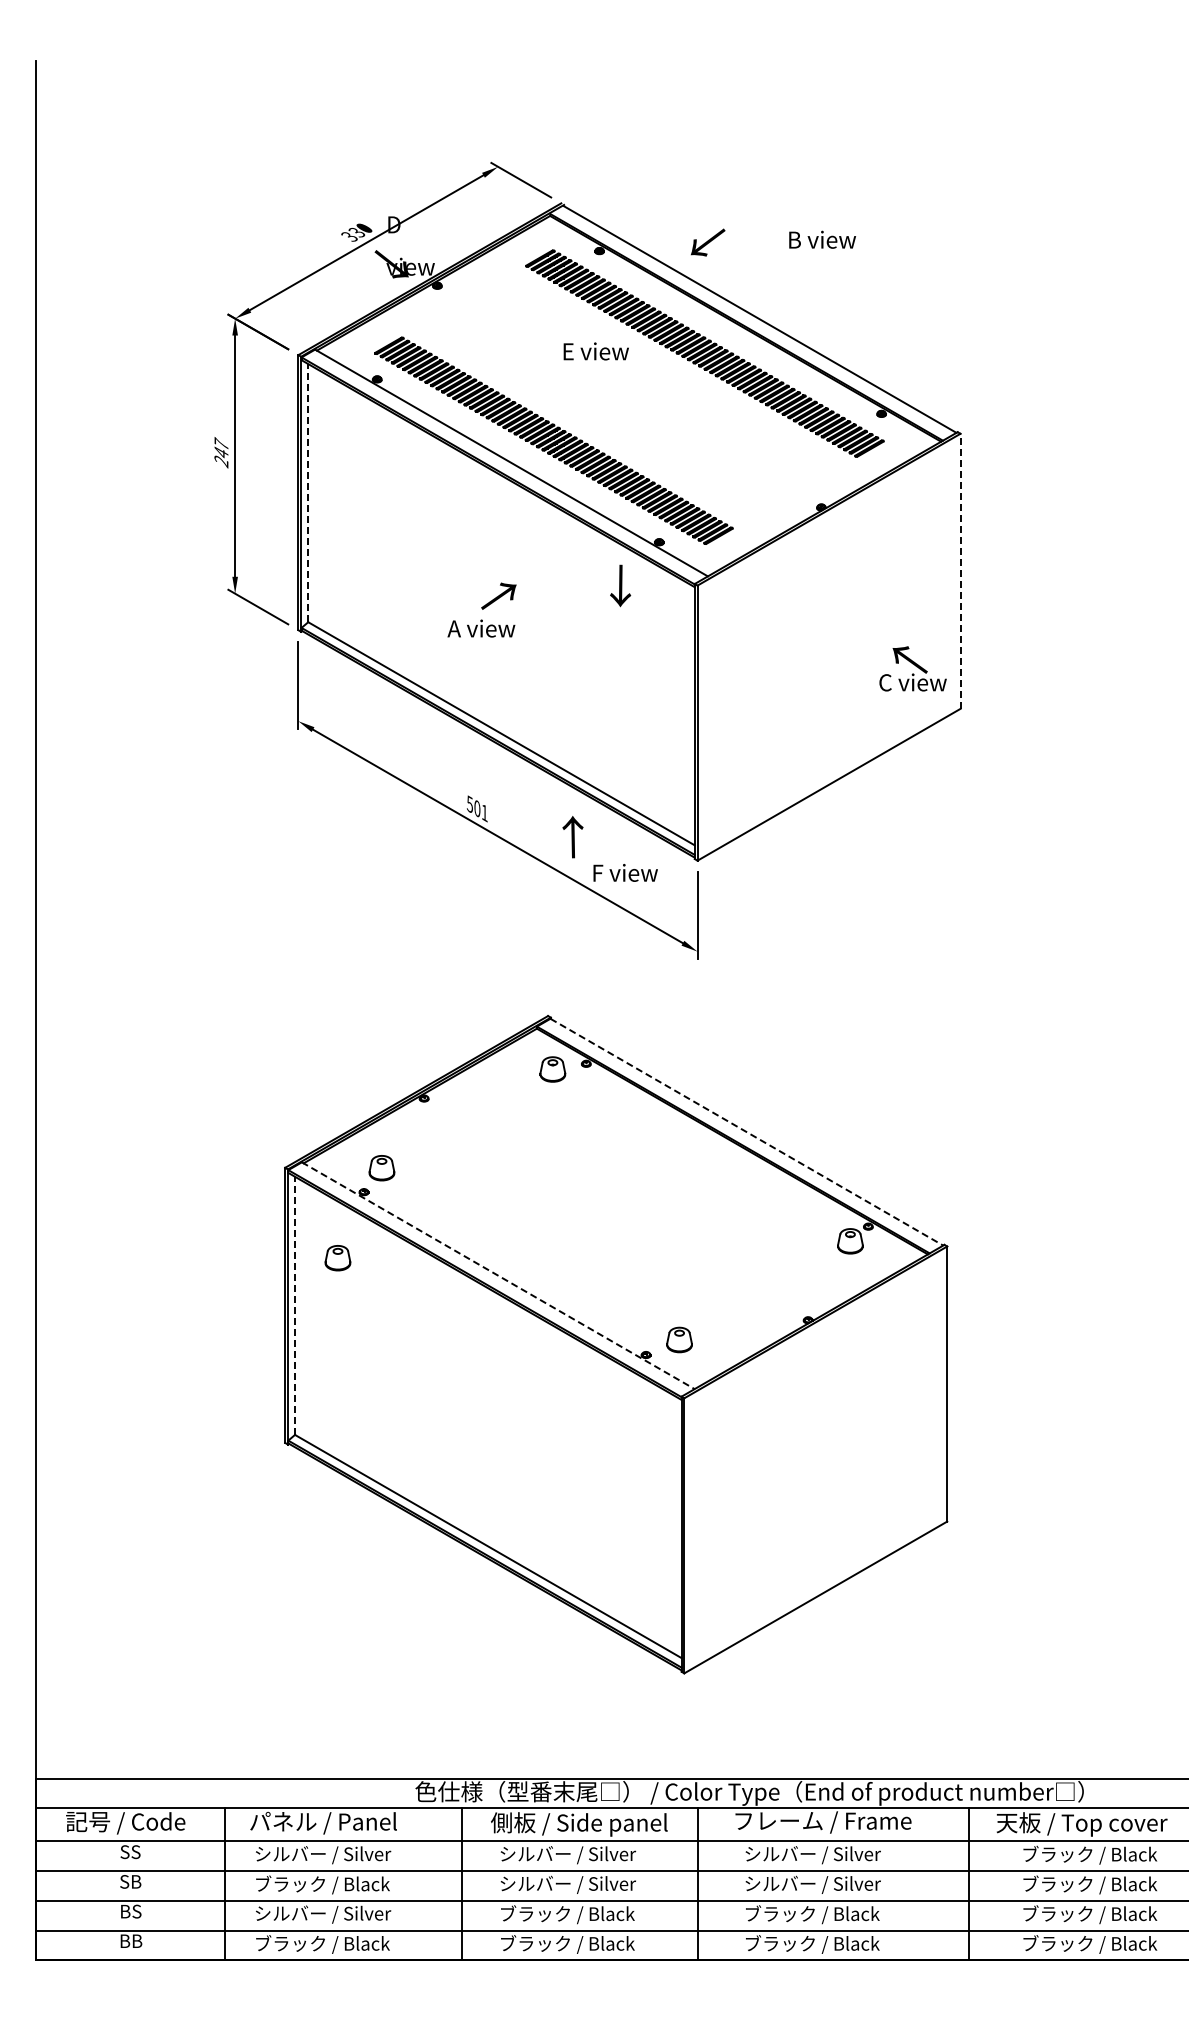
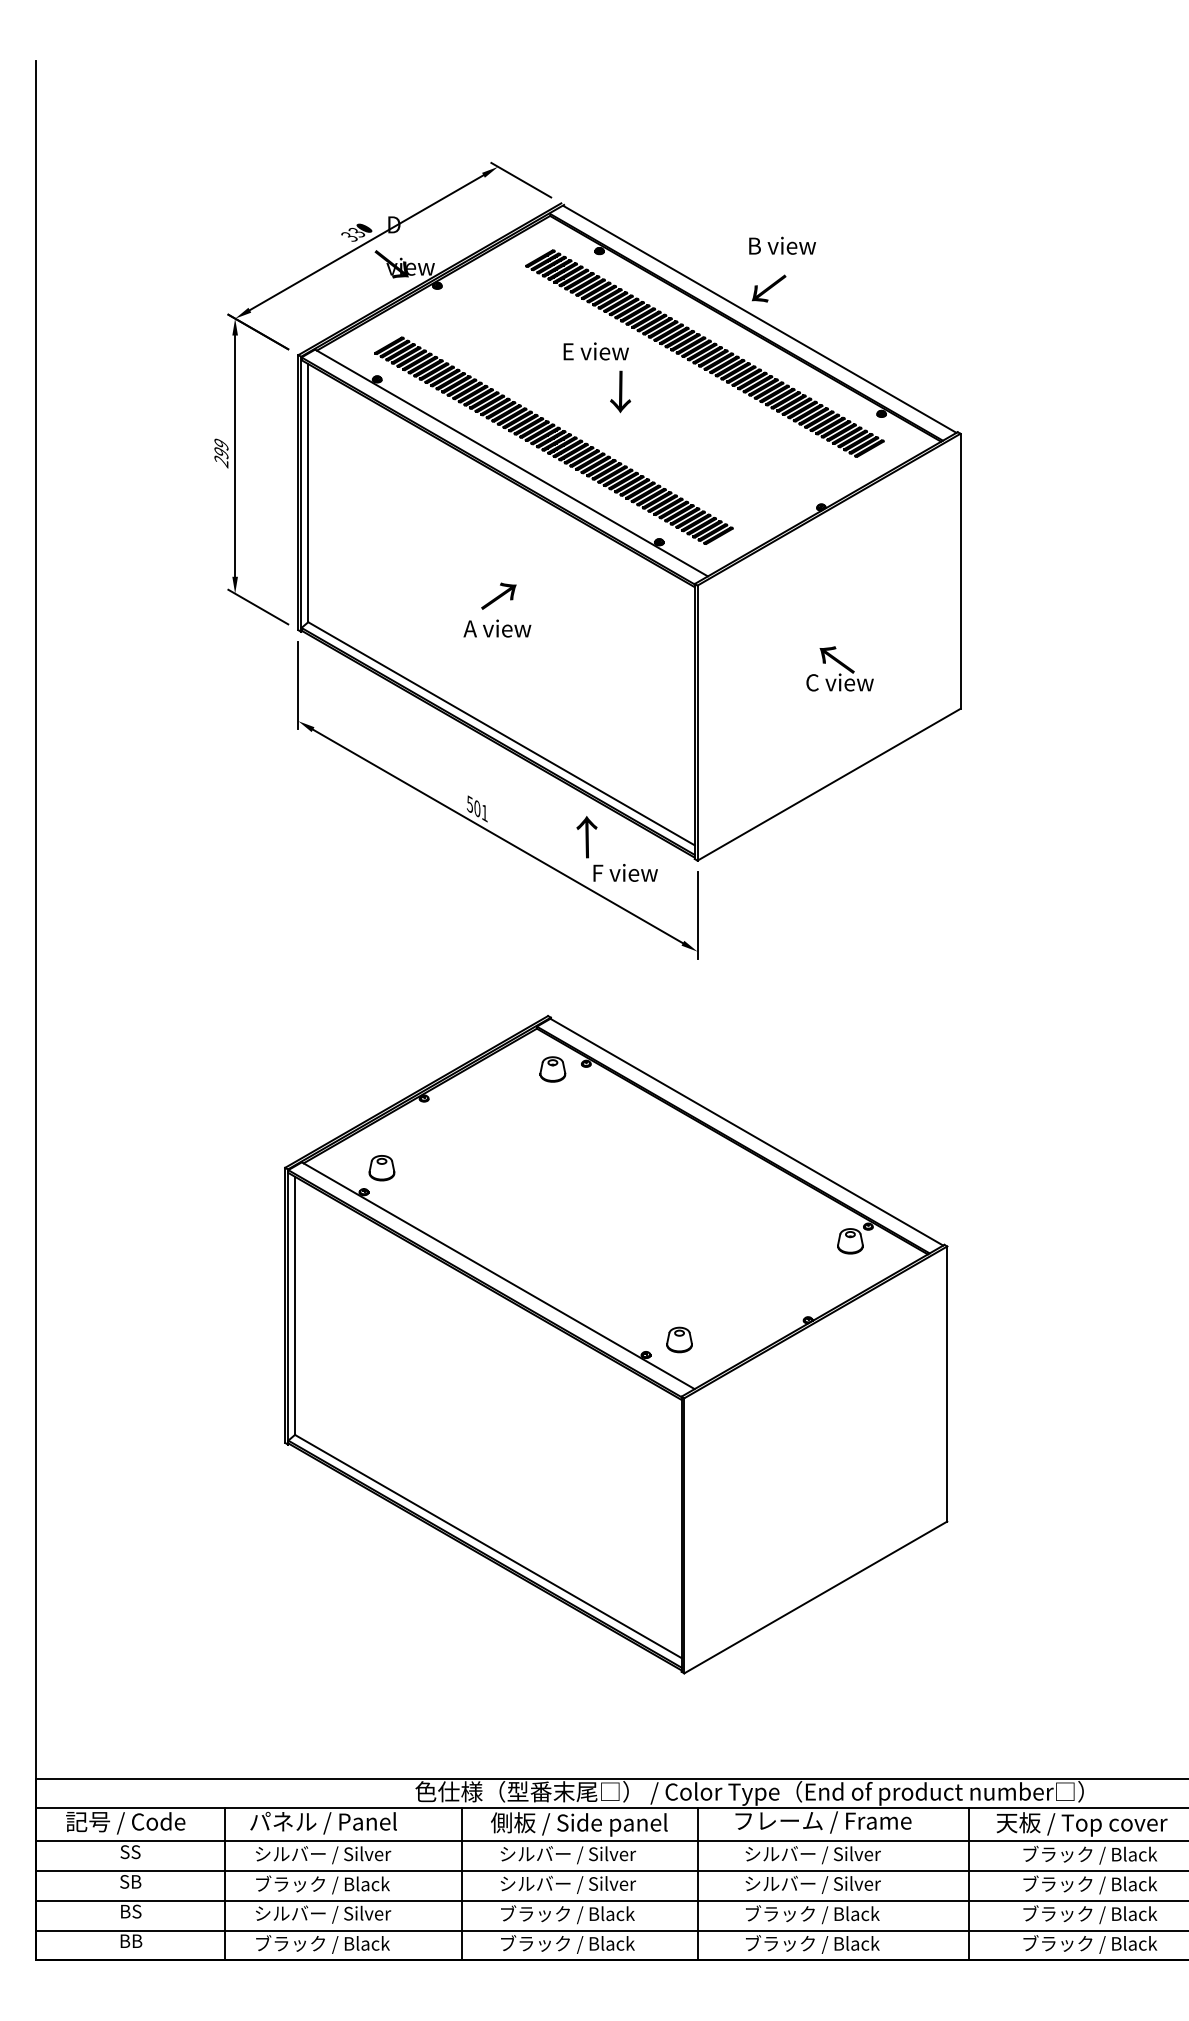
text at (822, 239) position: (822, 239) -> (782, 245)
text at (708, 242) position: (708, 242) -> (769, 288)
text at (221, 448): 247 -> 299
line at (308, 492): dashed -> solid
line at (960, 571): dashed -> solid
text at (620, 585) position: (620, 585) -> (620, 391)
text at (481, 628) position: (481, 628) -> (497, 628)
text at (912, 668) position: (912, 668) -> (839, 668)
text at (572, 837) position: (572, 837) -> (586, 837)
line at (746, 1132): dashed -> solid
part at (337, 1258): present -> none
line at (498, 1275): dashed -> solid
line at (295, 1305): dashed -> solid
